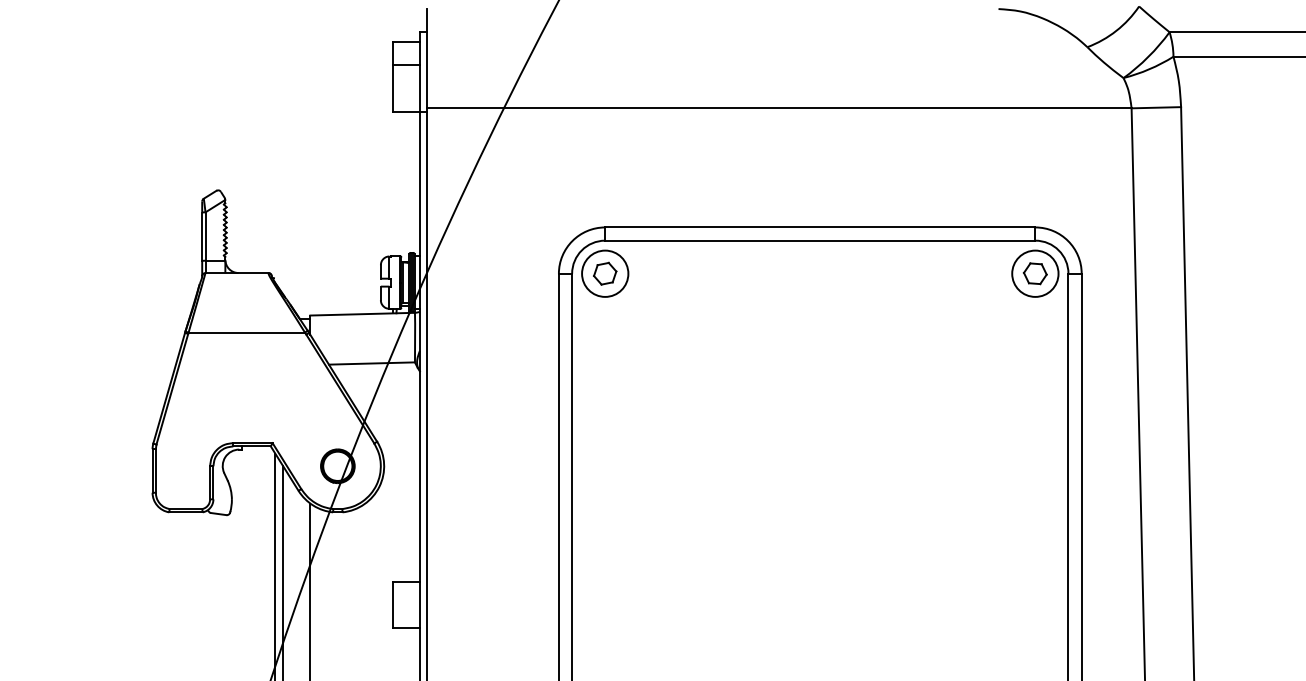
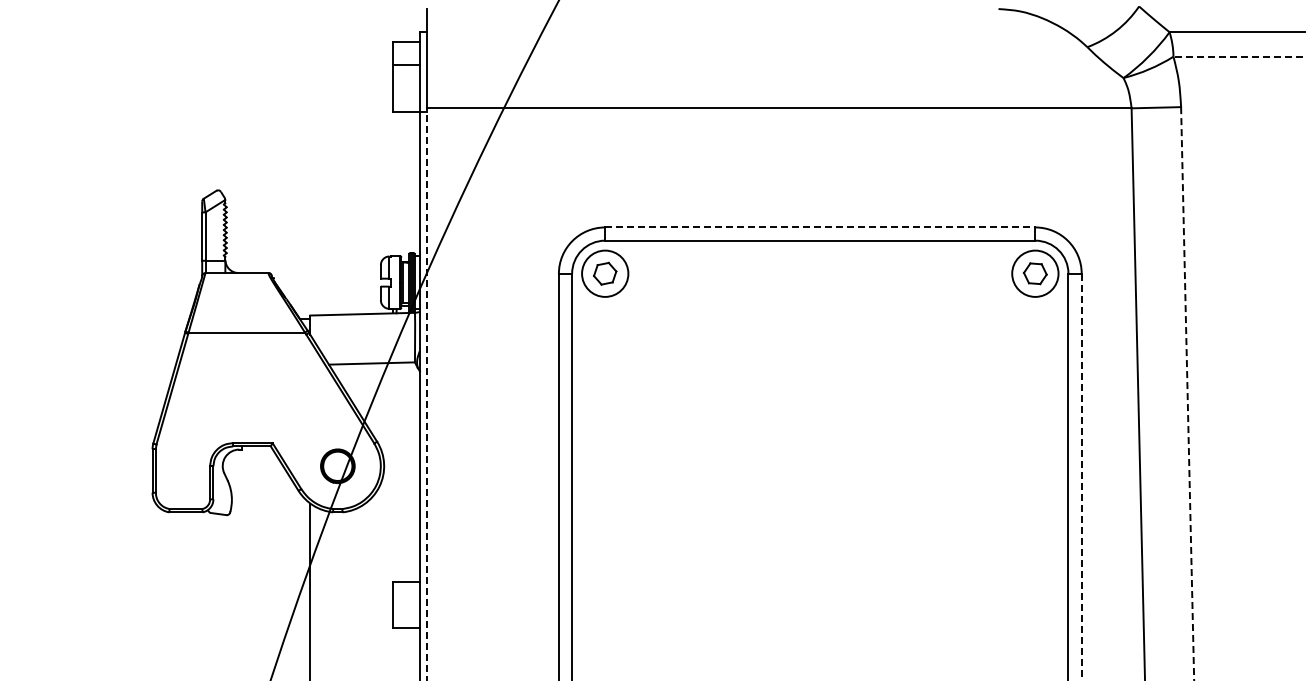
line at (1239, 56): solid -> dashed
line at (820, 227): solid -> dashed
line at (1187, 393): solid -> dashed
line at (426, 394): solid -> dashed
line at (1081, 477): solid -> dashed
line at (275, 565): present -> none
line at (283, 571): present -> none
